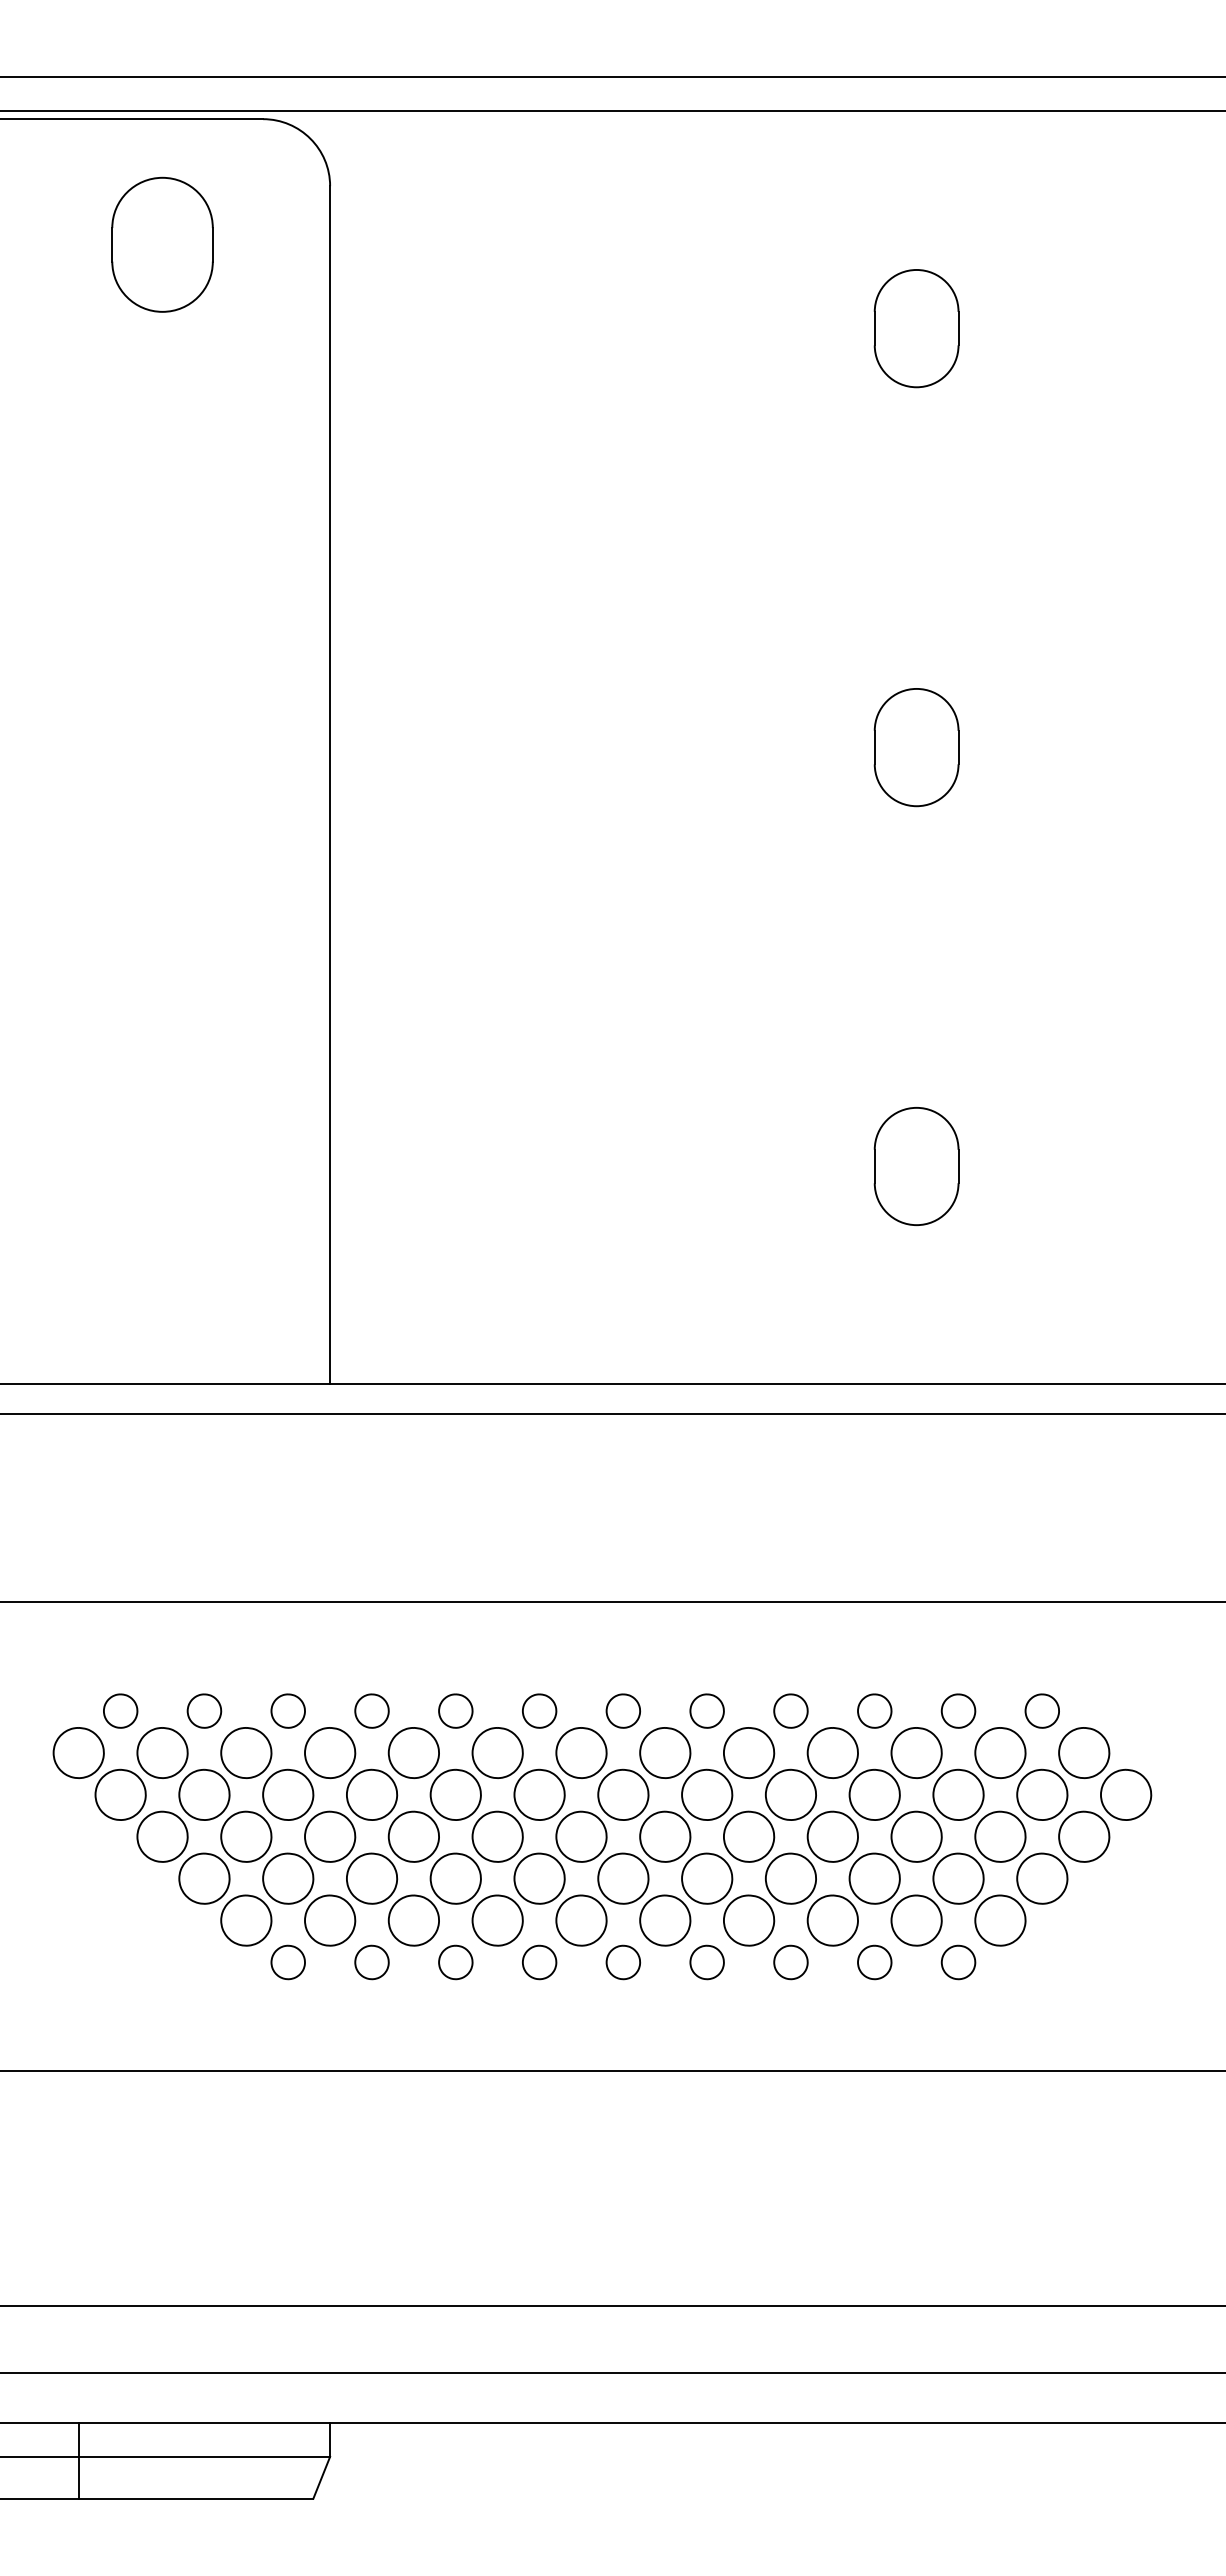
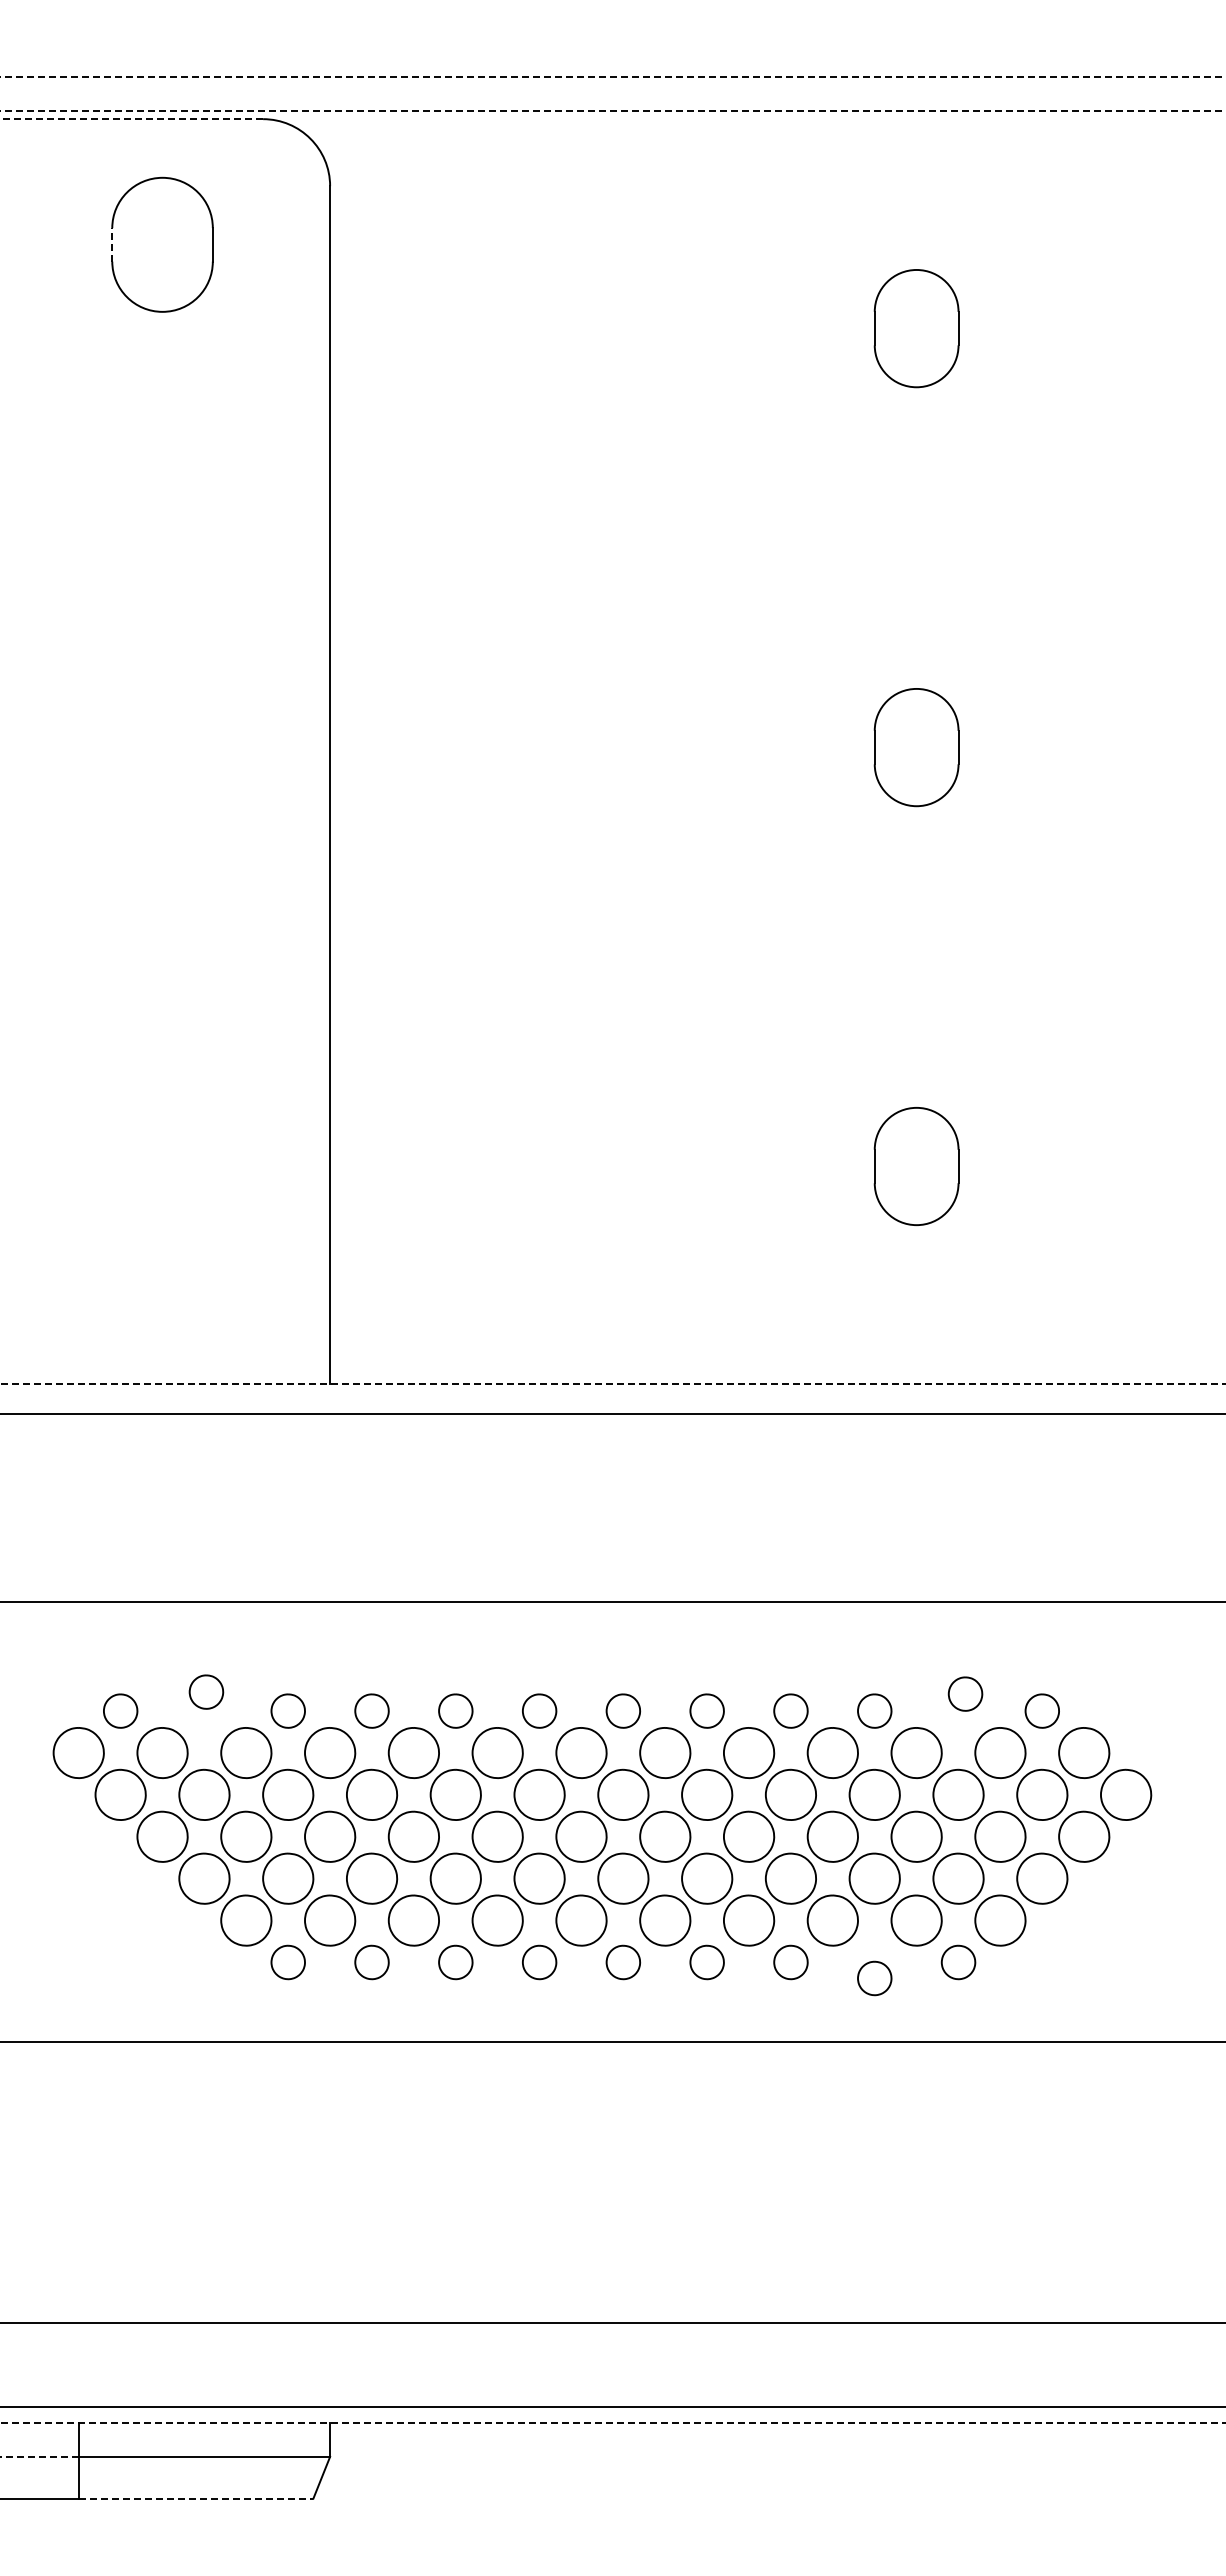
line at (613, 77): solid -> dashed
line at (613, 110): solid -> dashed
line at (131, 119): solid -> dashed
line at (112, 244): solid -> dashed
line at (613, 1384): solid -> dashed
part at (204, 1710) position: (204, 1710) -> (206, 1691)
part at (958, 1710) position: (958, 1710) -> (965, 1693)
part at (874, 1962) position: (874, 1962) -> (874, 1978)
line at (612, 2071) position: (612, 2071) -> (612, 2042)
line at (612, 2306) position: (612, 2306) -> (612, 2323)
line at (612, 2373) position: (612, 2373) -> (612, 2407)
line at (613, 2423): solid -> dashed
line at (39, 2456): solid -> dashed
line at (196, 2498): solid -> dashed
